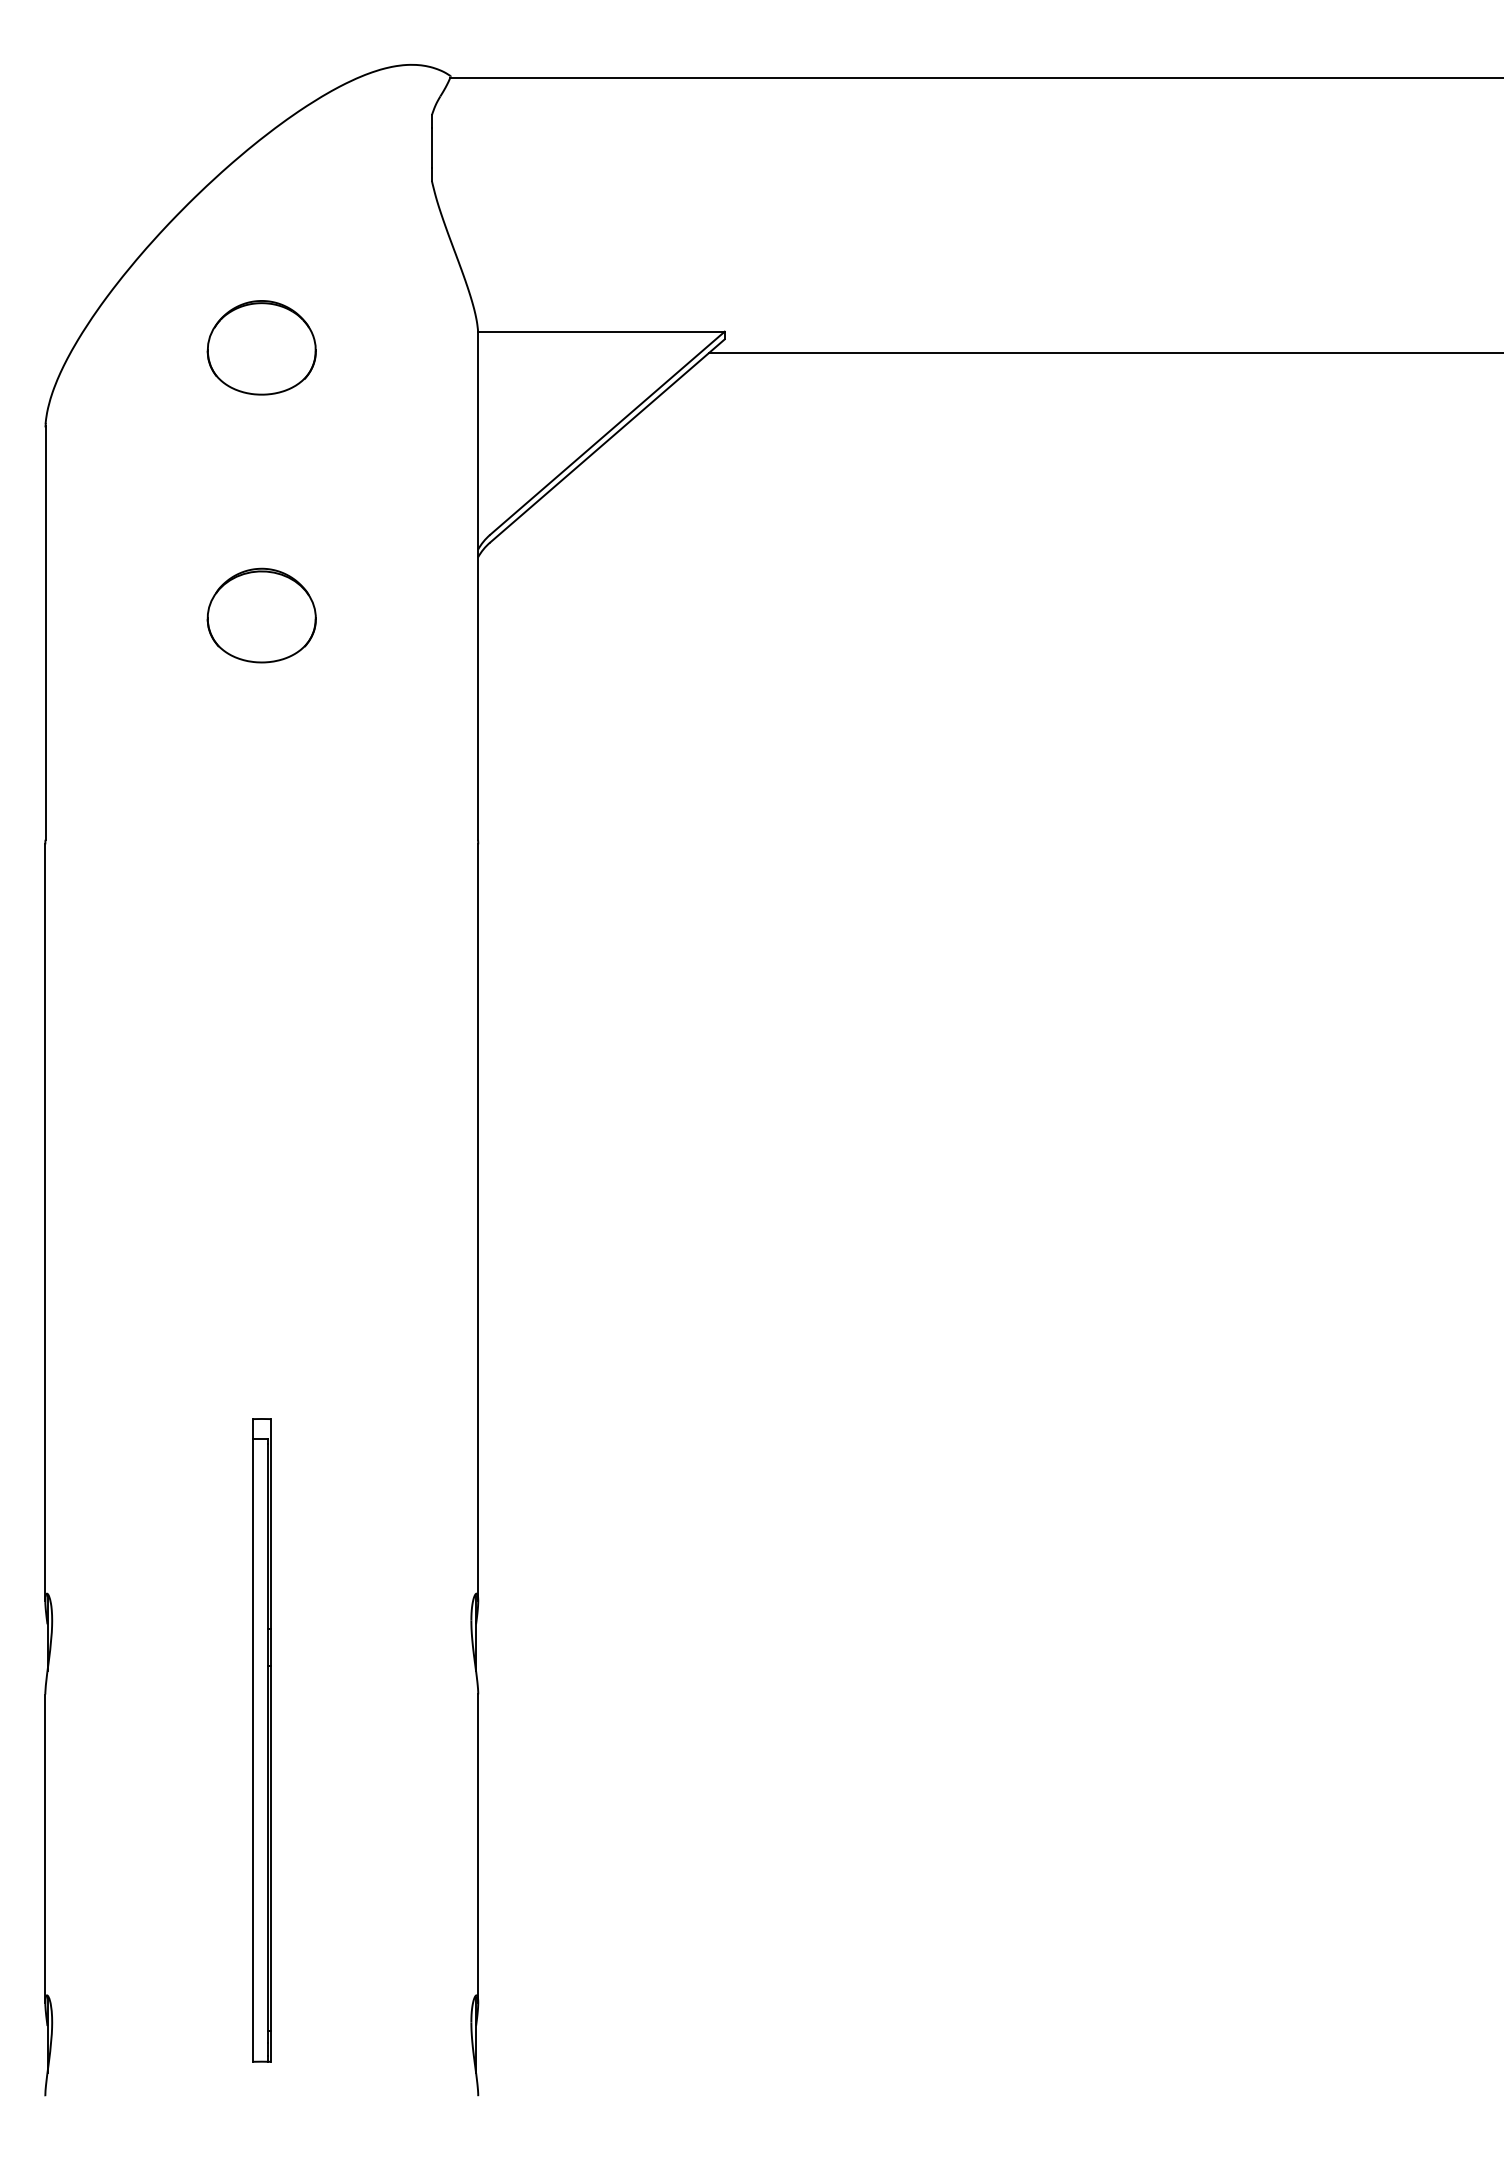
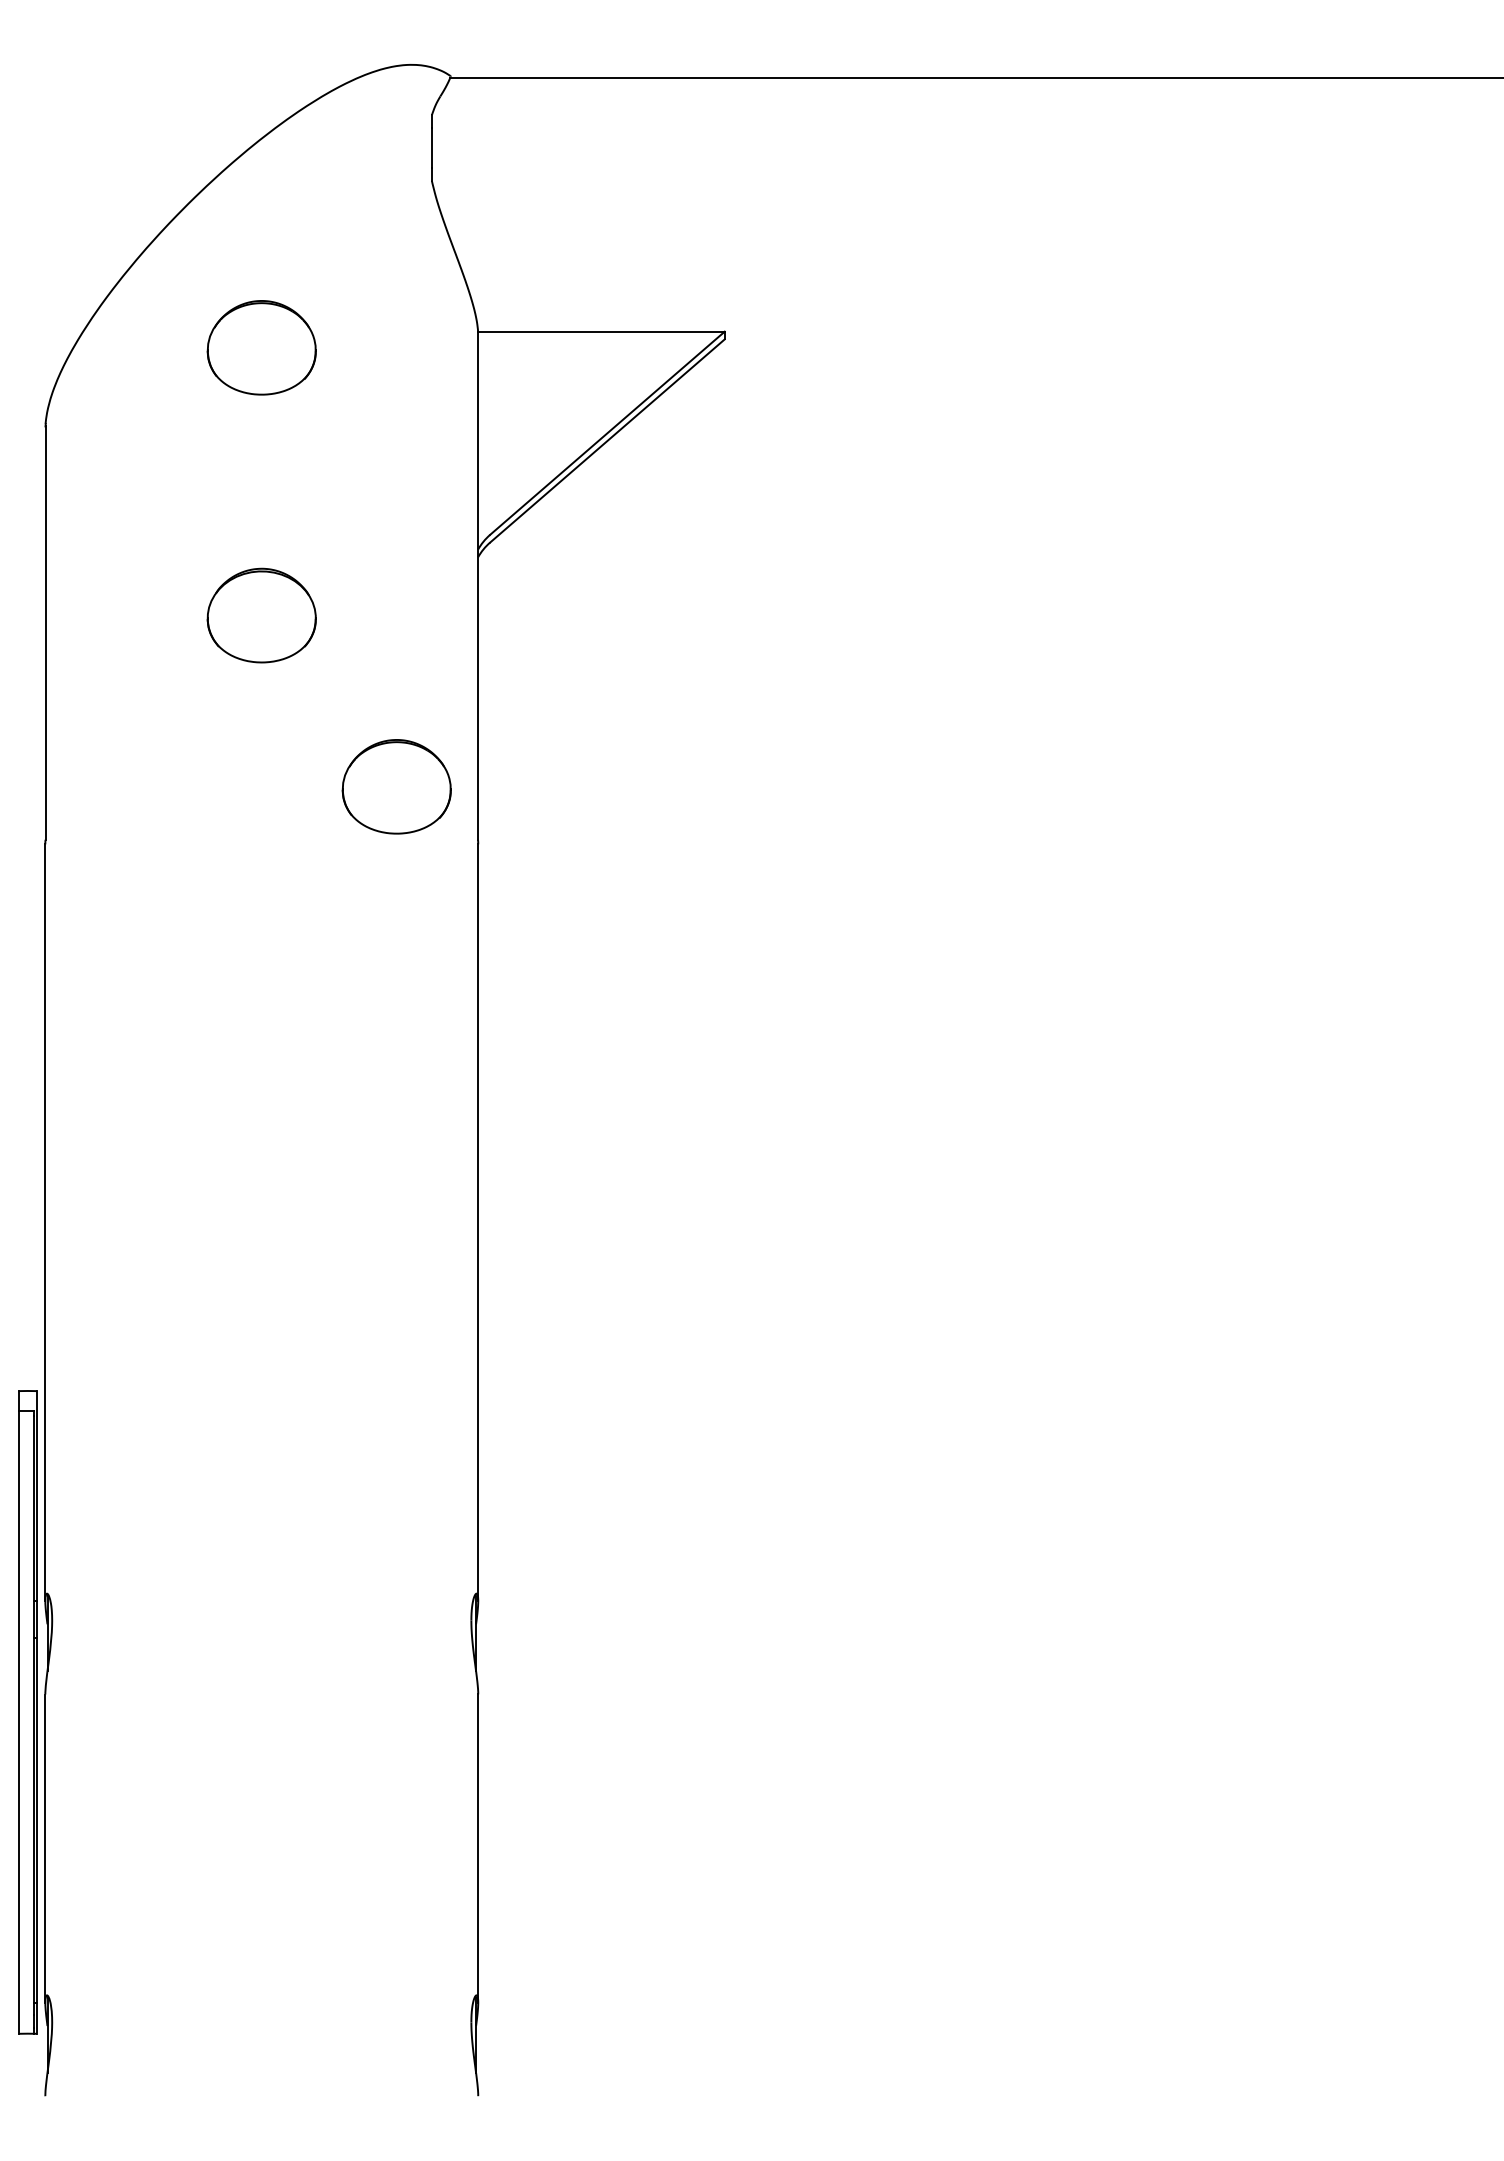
line at (1104, 353): present -> none
part at (396, 786): none -> present
part at (261, 1740) position: (261, 1740) -> (27, 1712)
